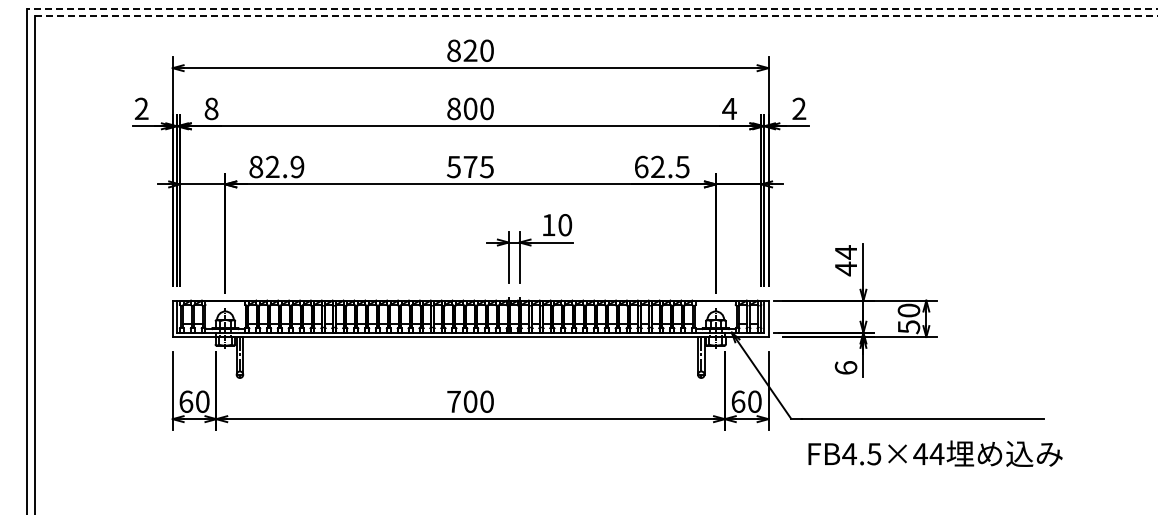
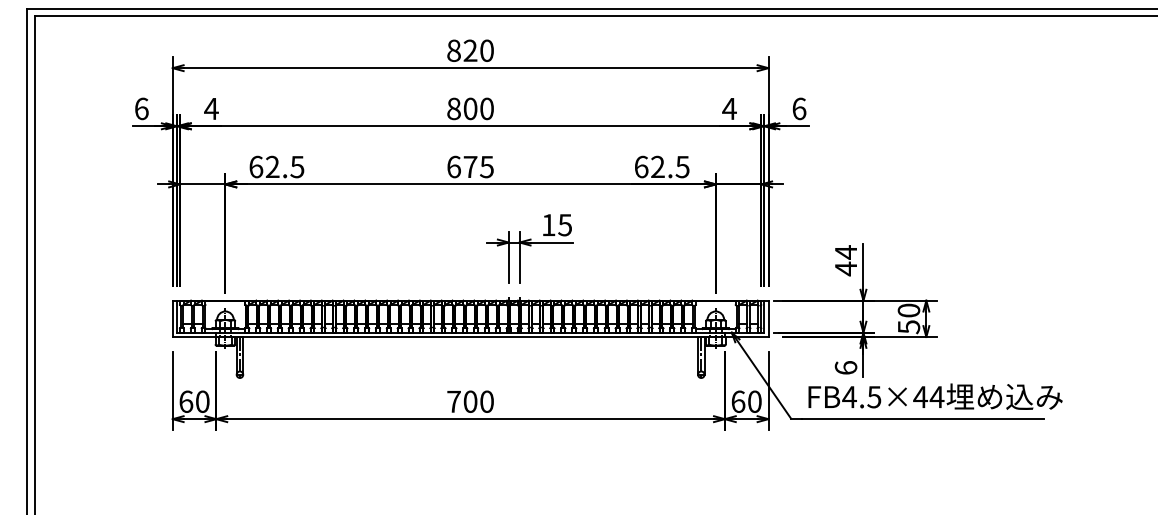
line at (592, 8): dashed -> solid
line at (596, 15): dashed -> solid
text at (141, 108): 2 -> 6
text at (211, 108): 8 -> 4
text at (799, 108): 2 -> 6
text at (276, 166): 82.9 -> 62.5
text at (453, 166): 575 -> 675
text at (565, 225): 10 -> 15
text at (935, 453) position: (935, 453) -> (935, 396)
